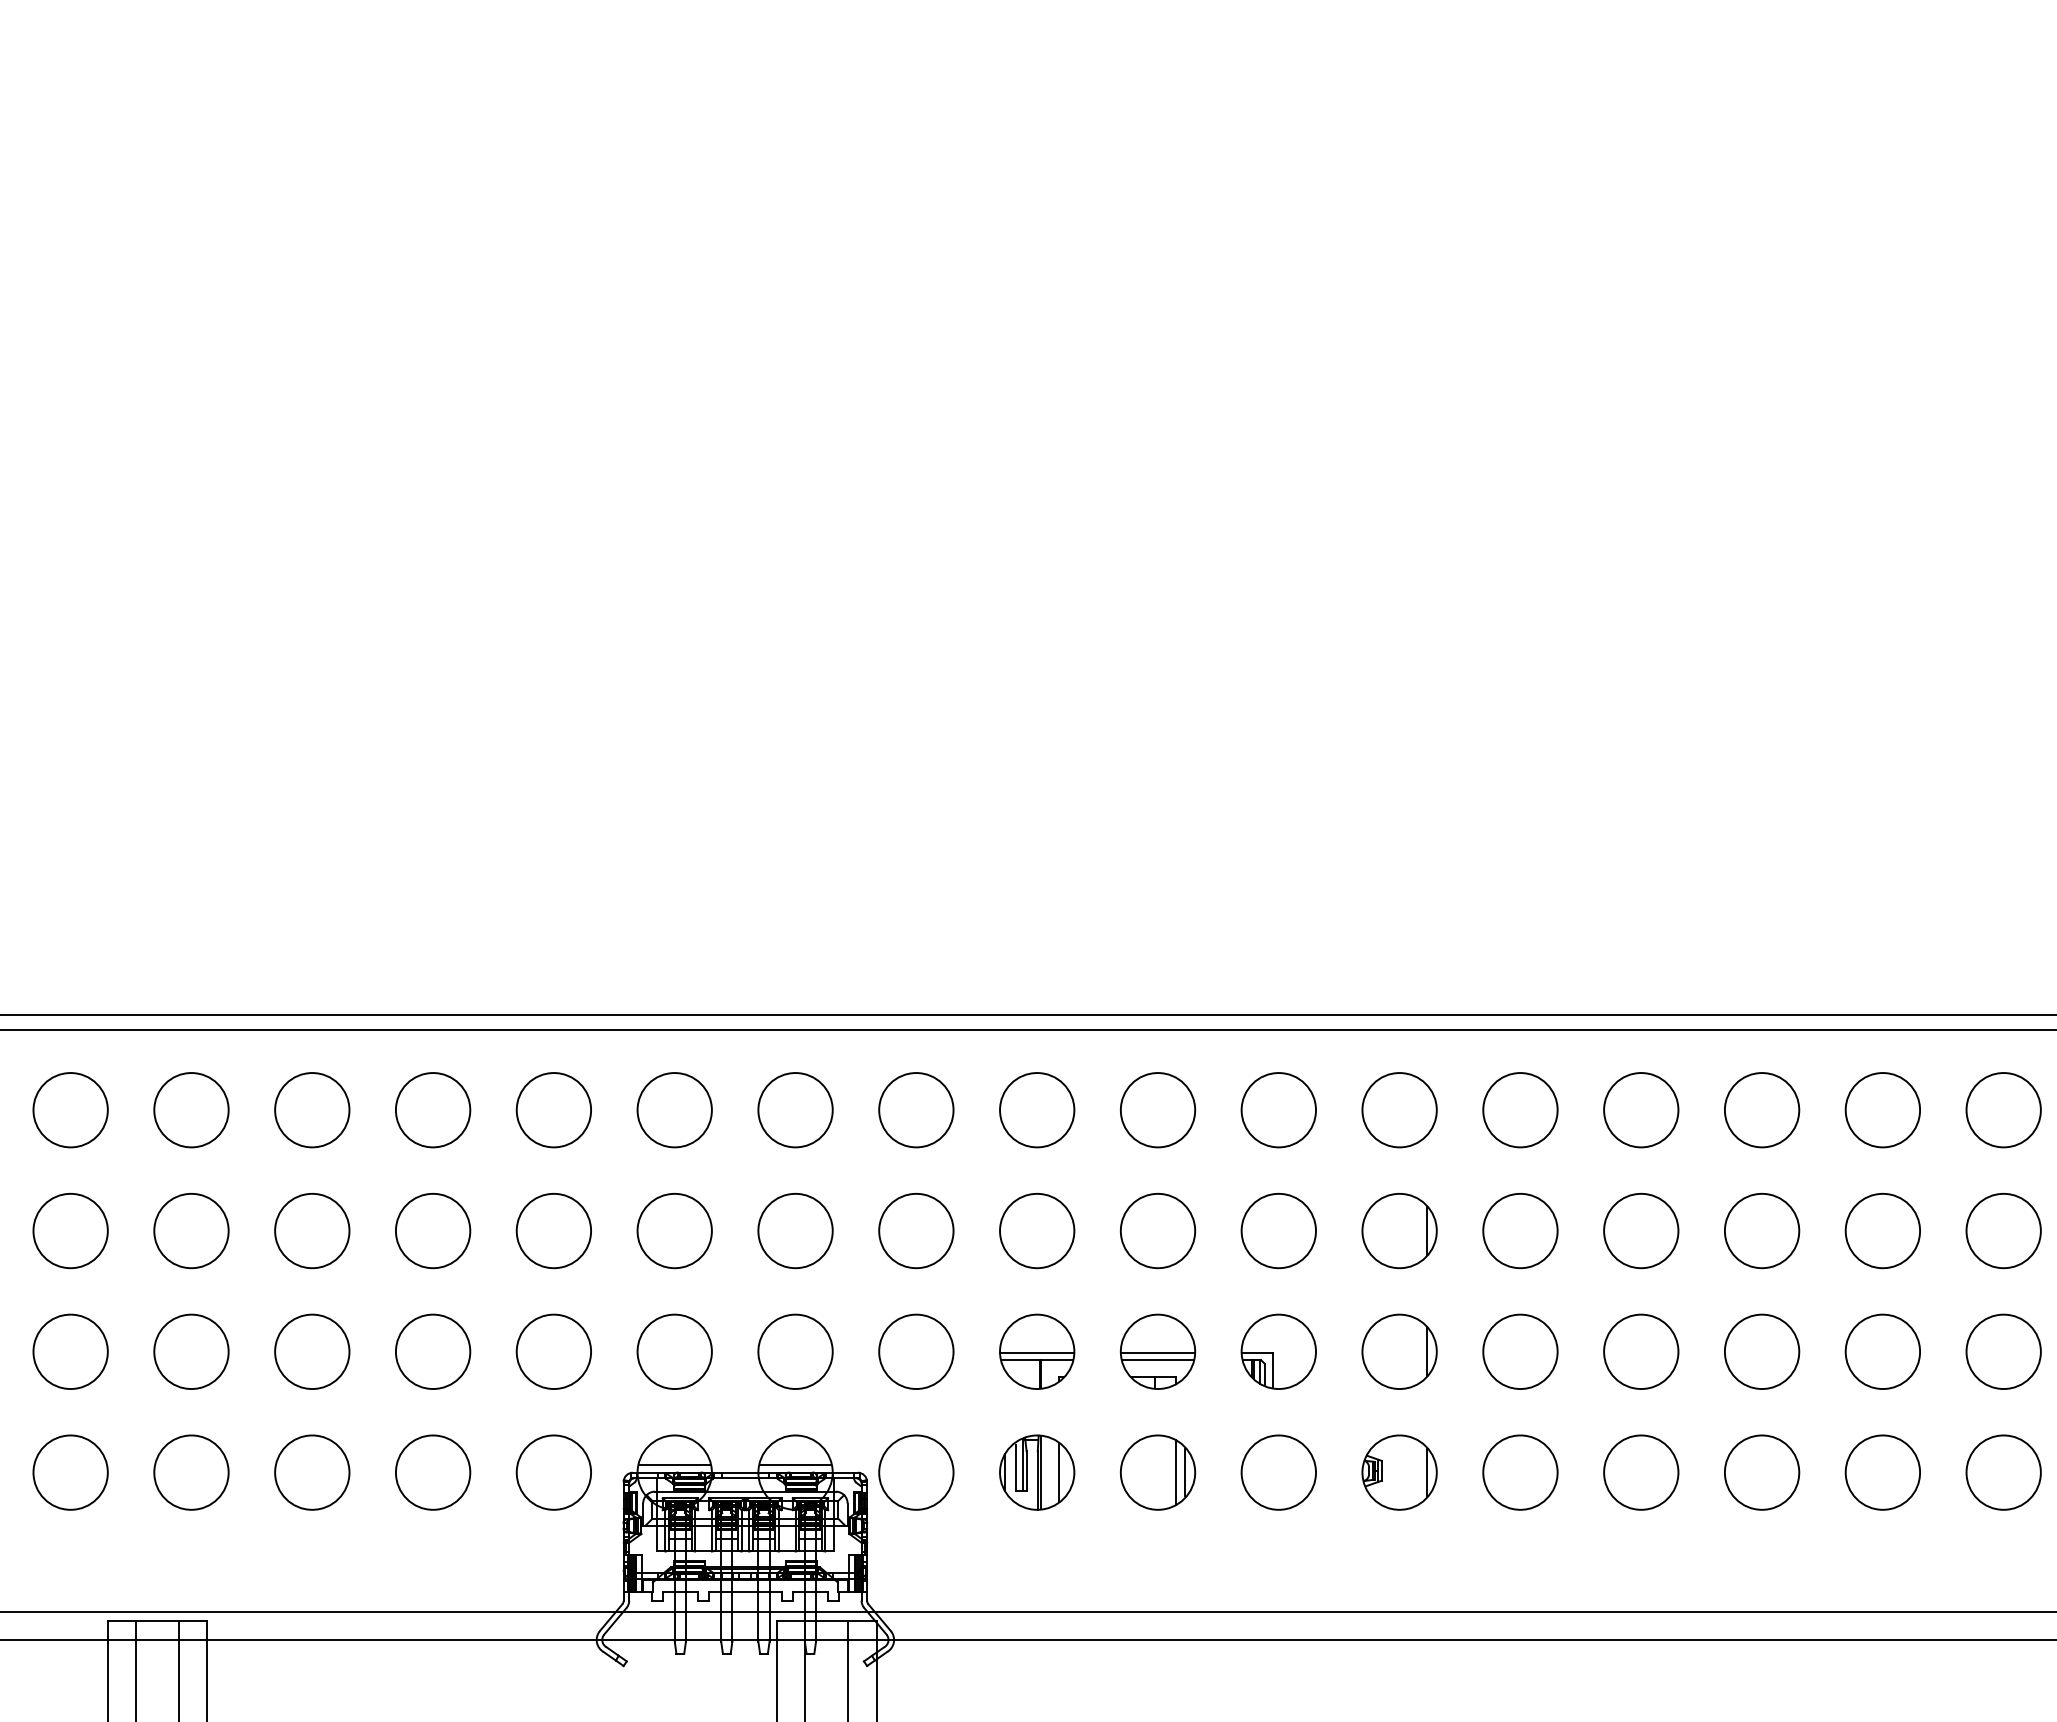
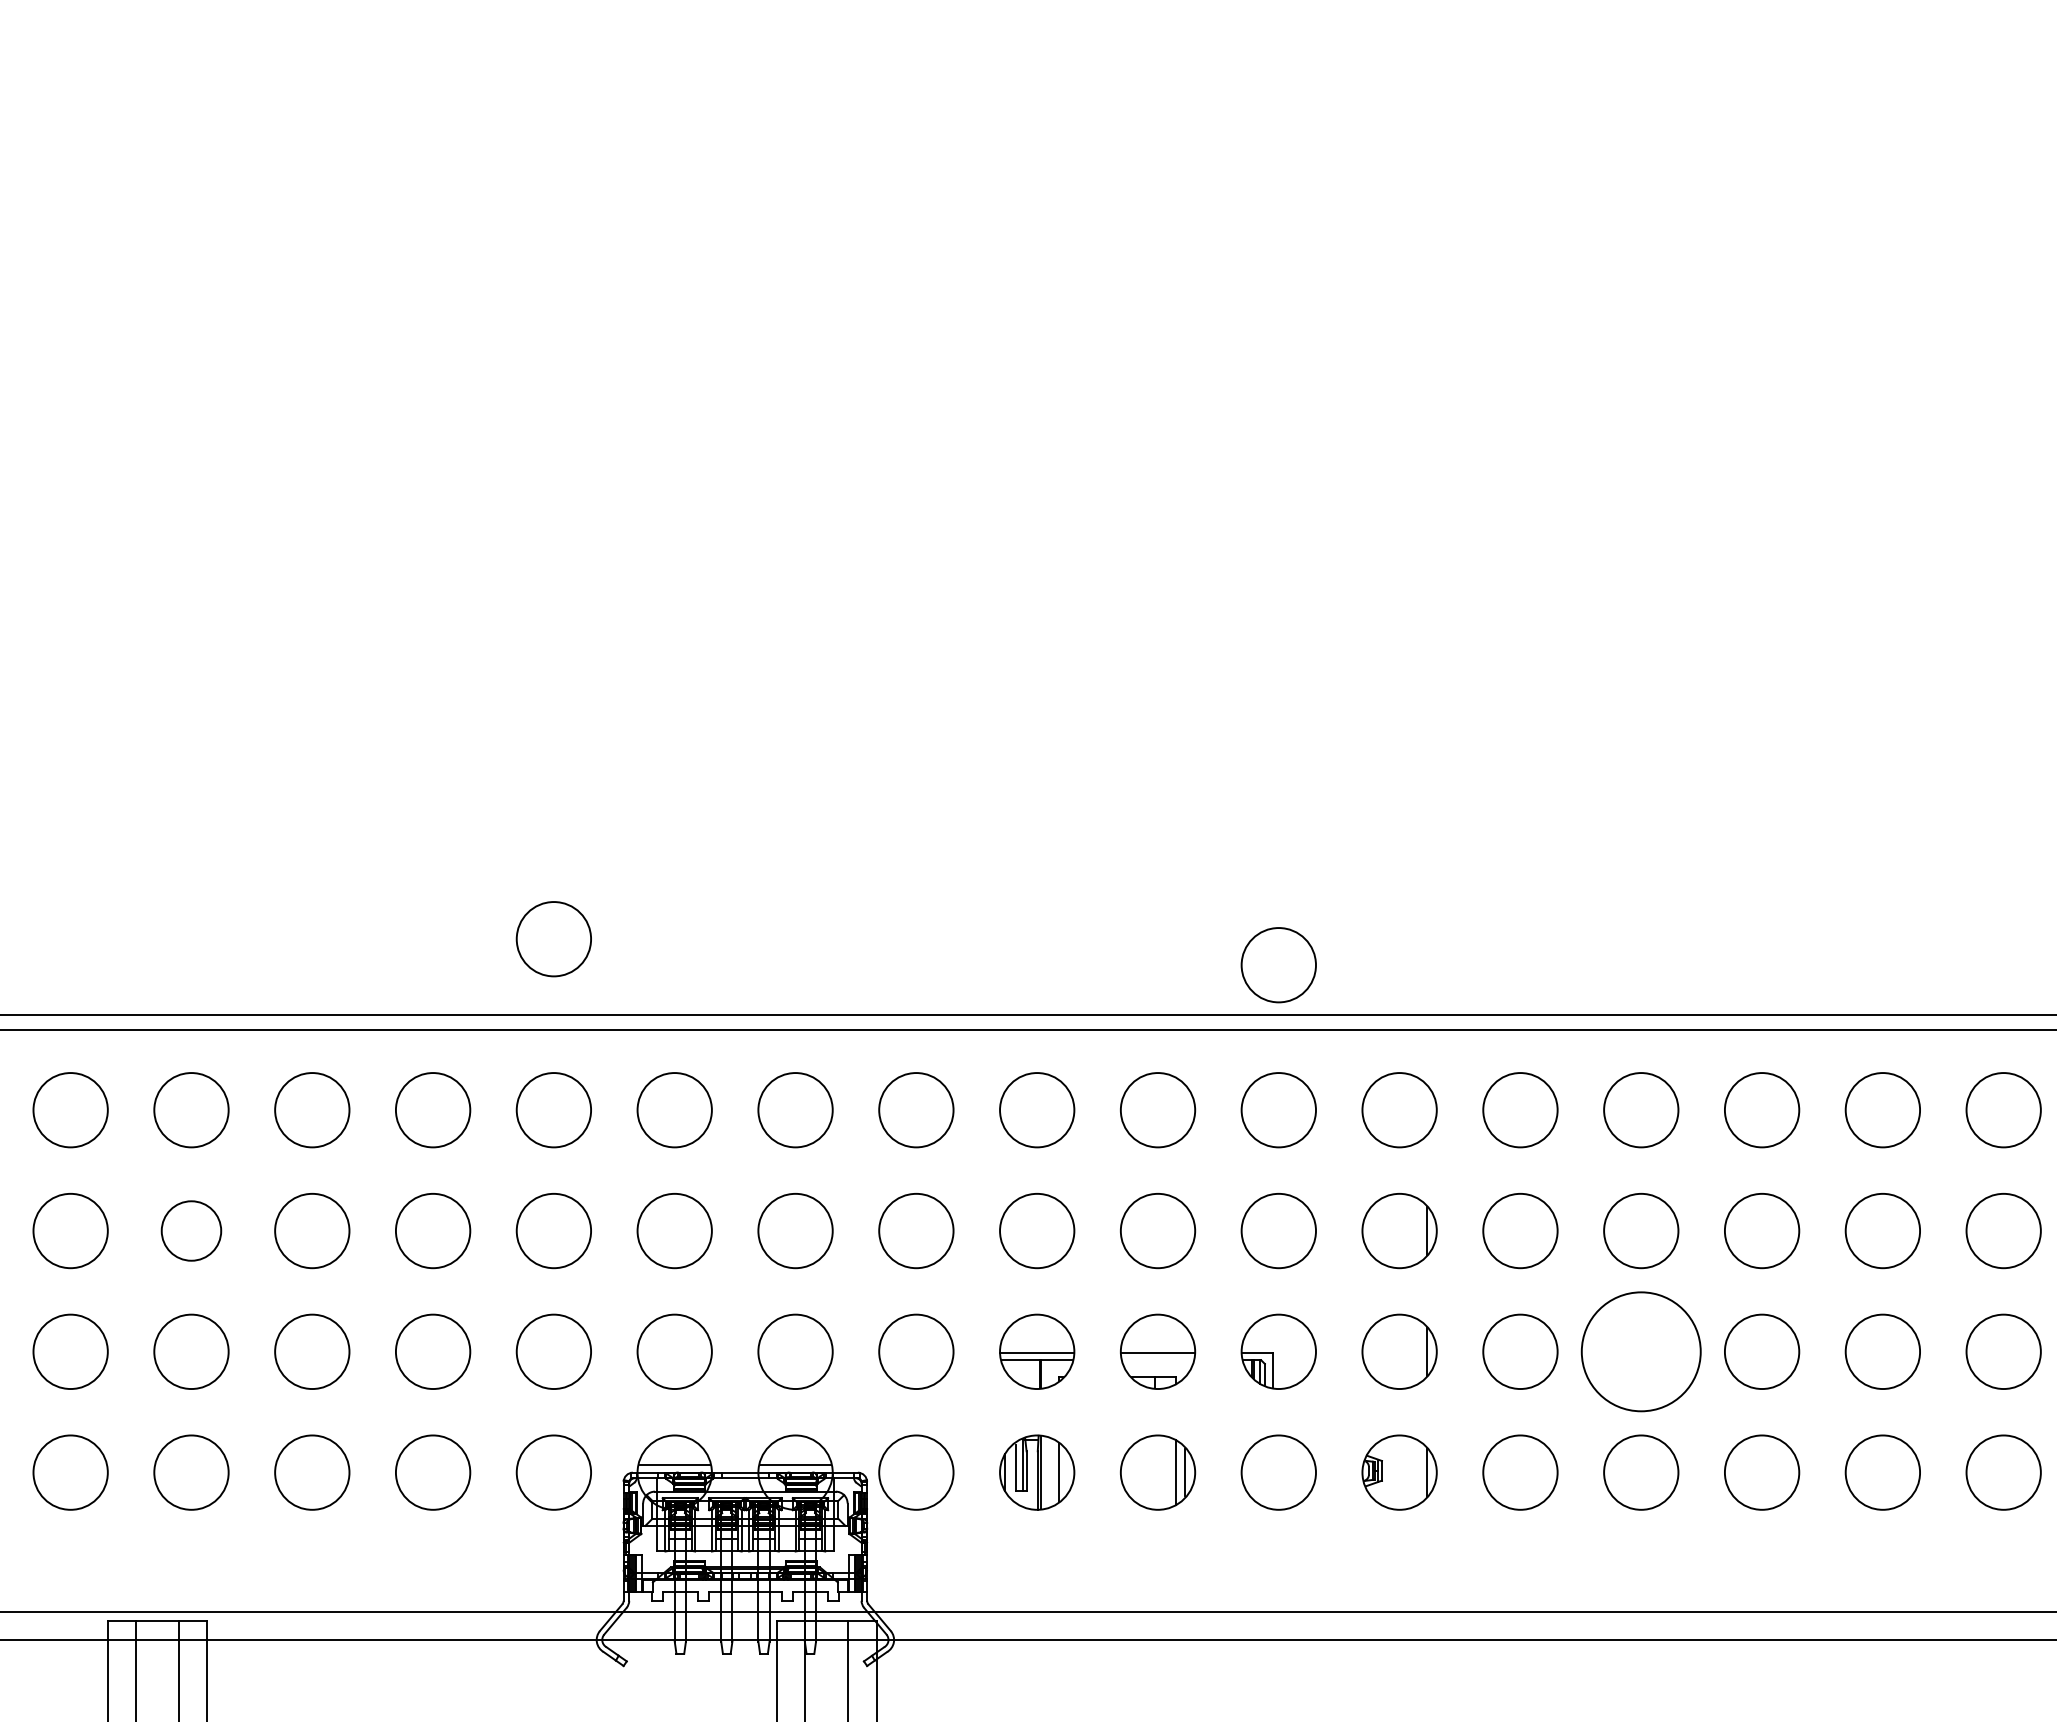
circle at (553, 939): none -> present
circle at (1278, 965): none -> present
circle at (191, 1230) diameter: 74 px -> 59 px
circle at (1641, 1351) diameter: 74 px -> 119 px
line at (1157, 1360): present -> none
